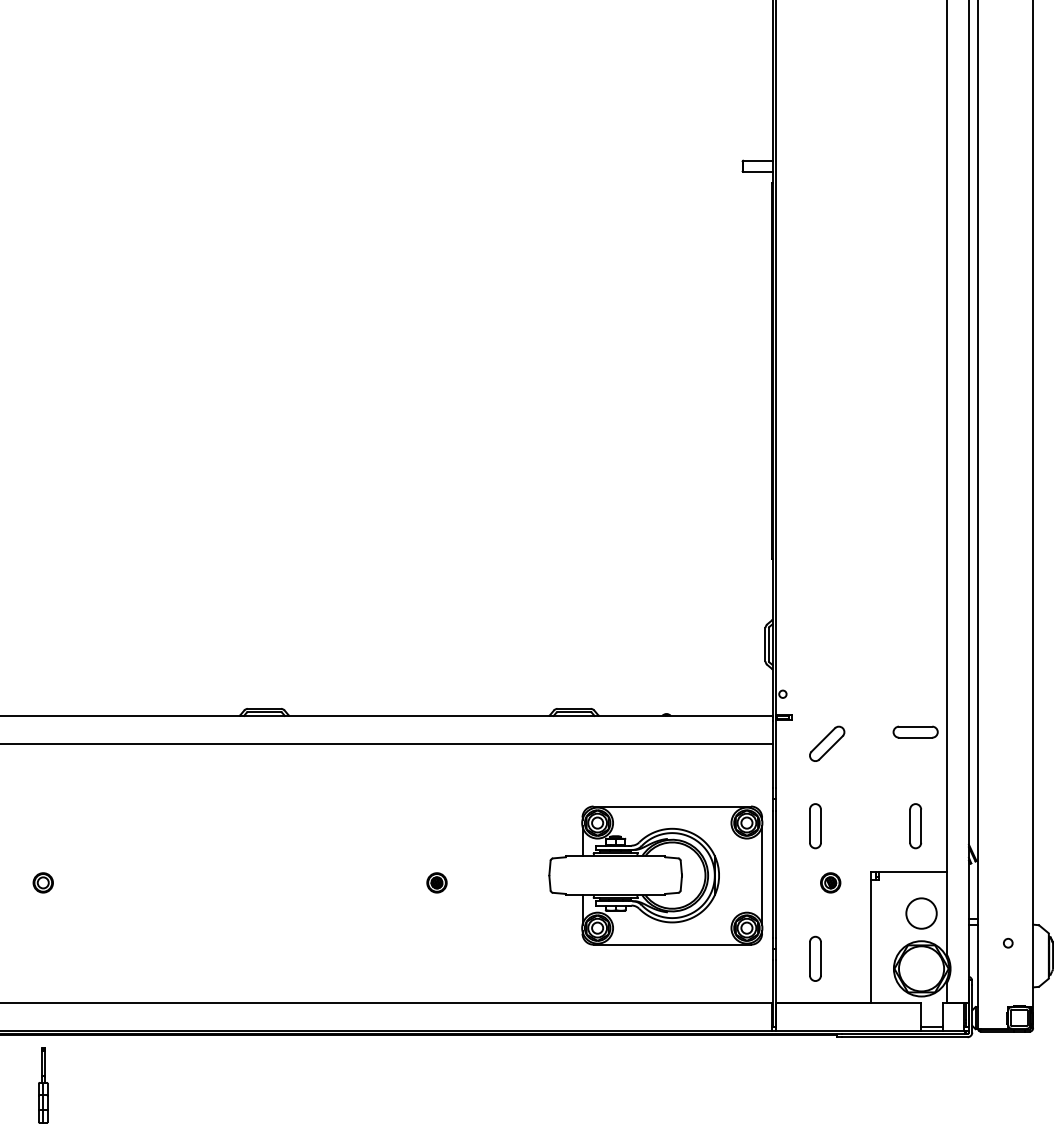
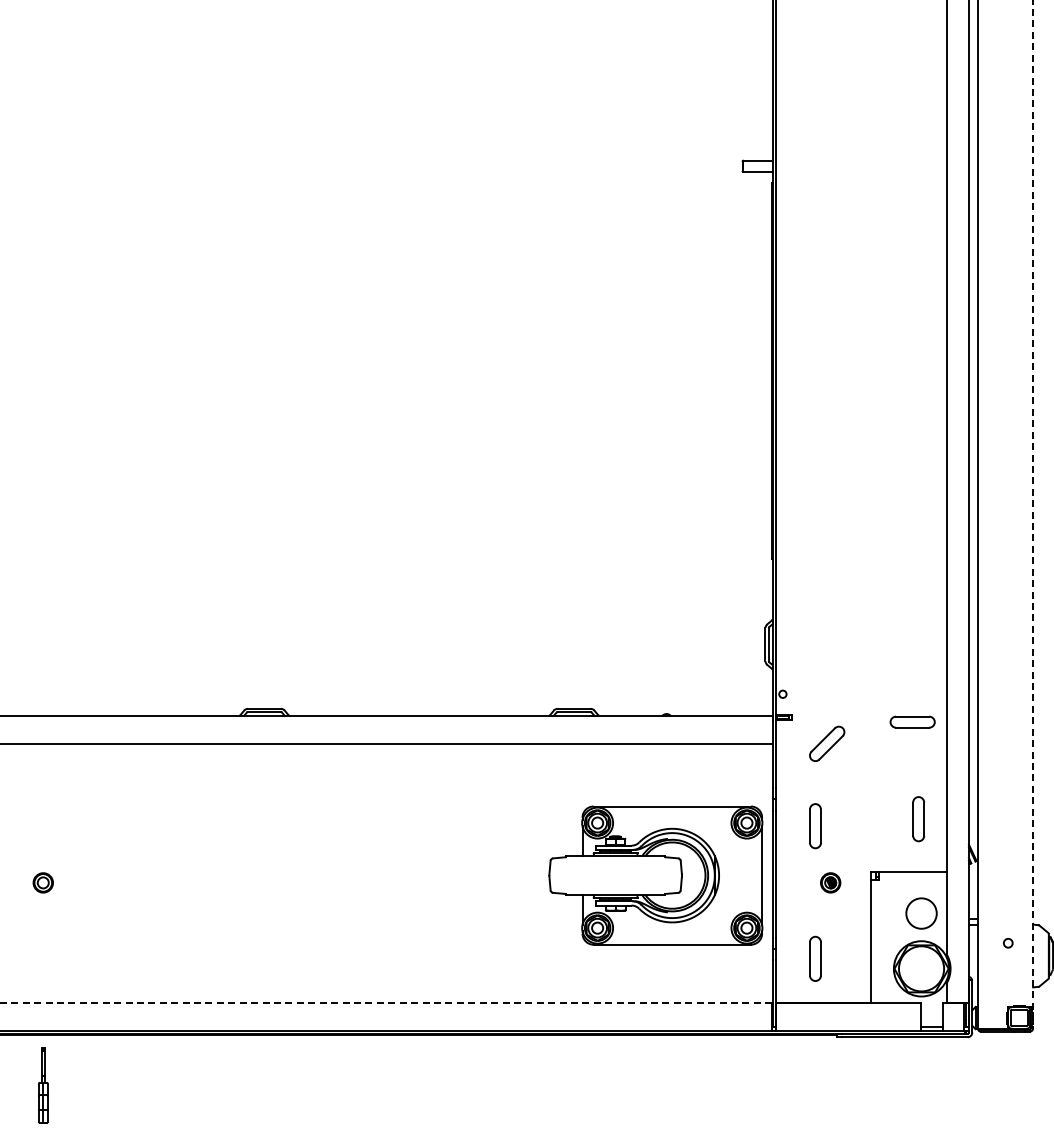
line at (1033, 514): solid -> dashed
part at (915, 731) position: (915, 731) -> (912, 721)
part at (915, 826) position: (915, 826) -> (918, 819)
part at (436, 882): present -> none
line at (386, 1002): solid -> dashed
